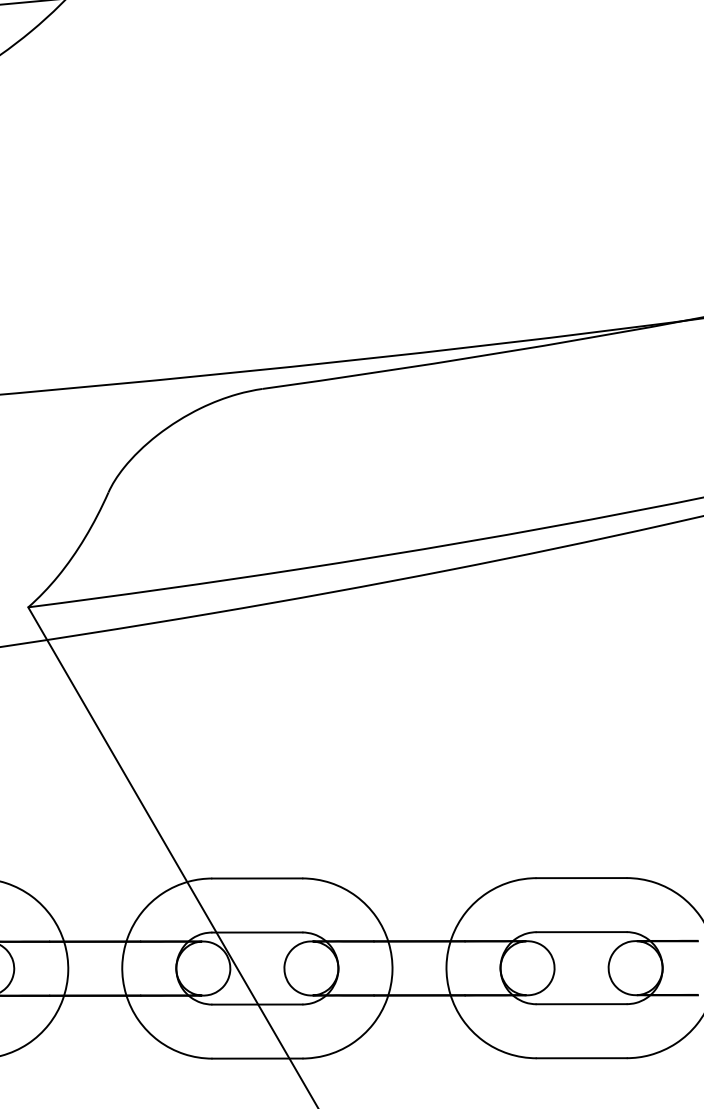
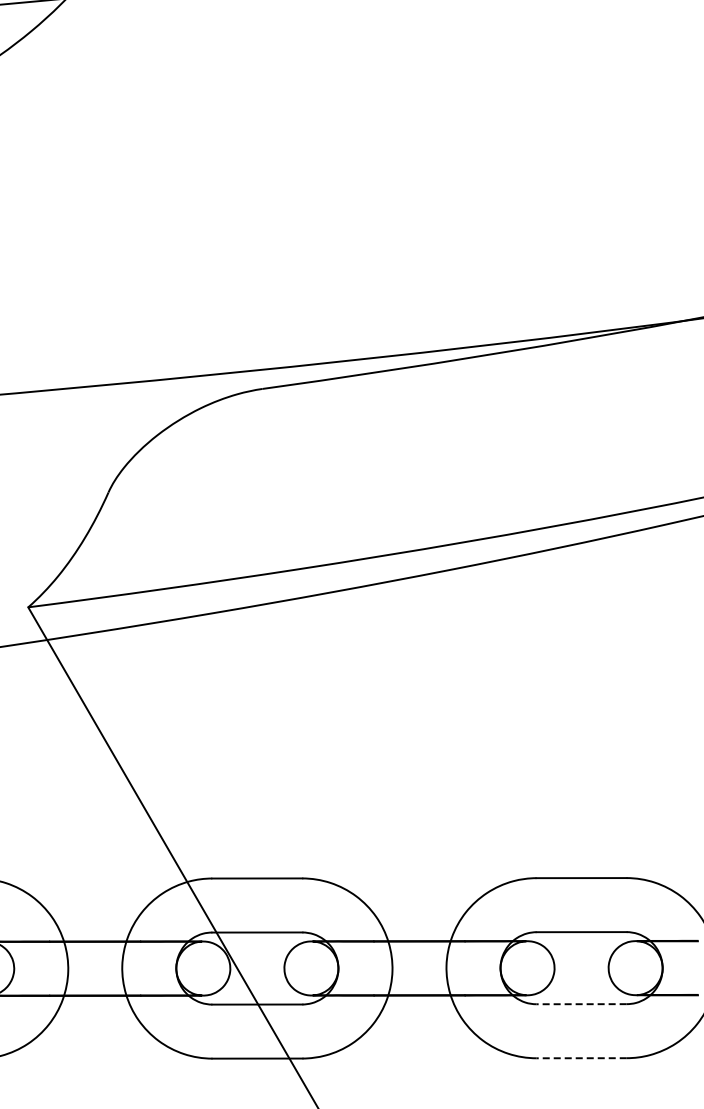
line at (581, 1004): solid -> dashed
line at (581, 1058): solid -> dashed
